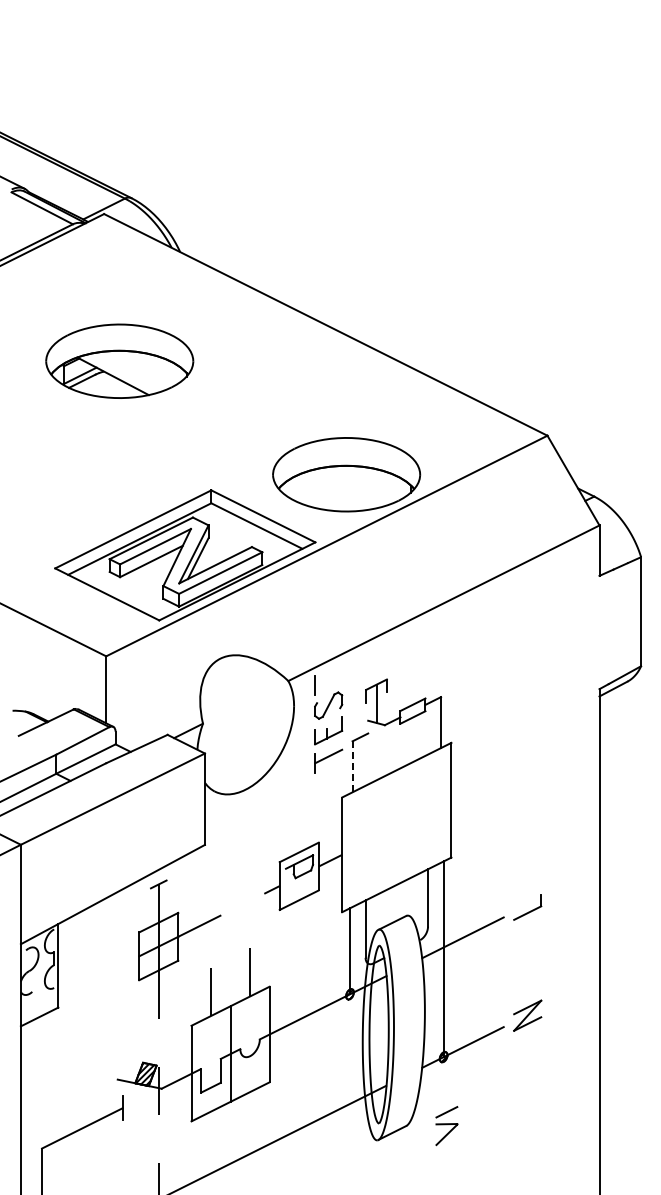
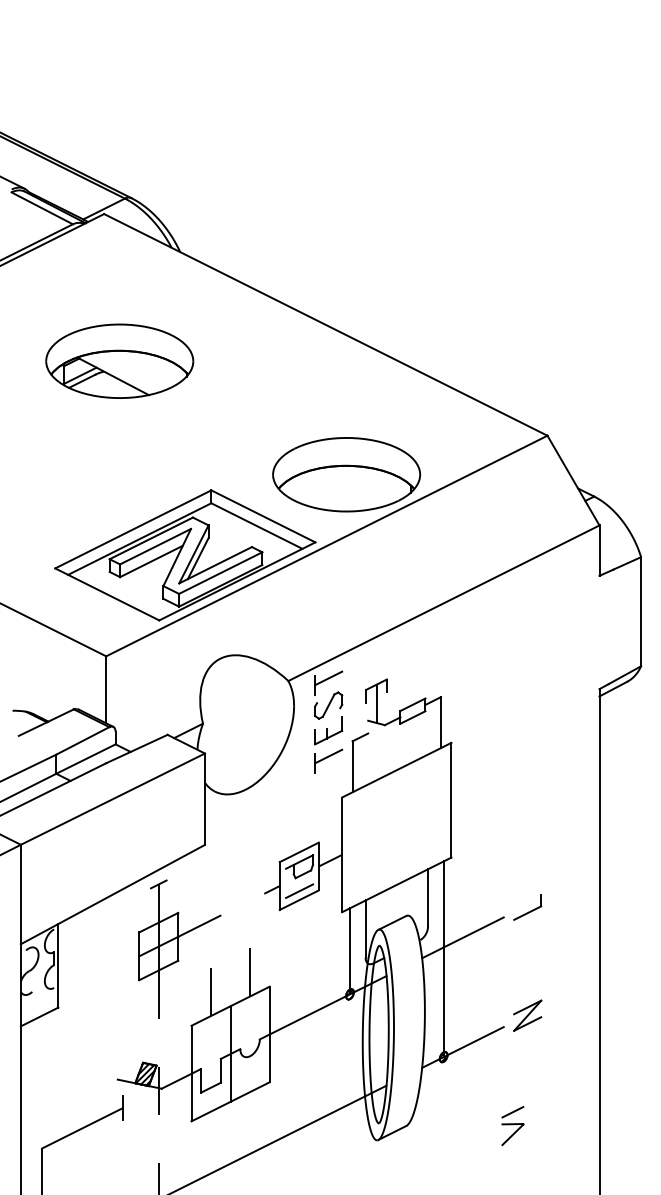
line at (328, 678): none -> present
line at (352, 767): dashed -> solid
line at (299, 890): none -> present
part at (446, 1126) position: (446, 1126) -> (512, 1126)
